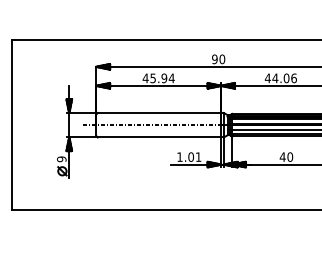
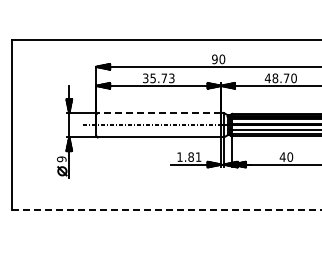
text at (158, 78): 45.94 -> 35.73
text at (284, 78): 44.06 -> 48.70
line at (159, 113): solid -> dashed
text at (191, 156): 1.01 -> 1.81
line at (167, 210): solid -> dashed
